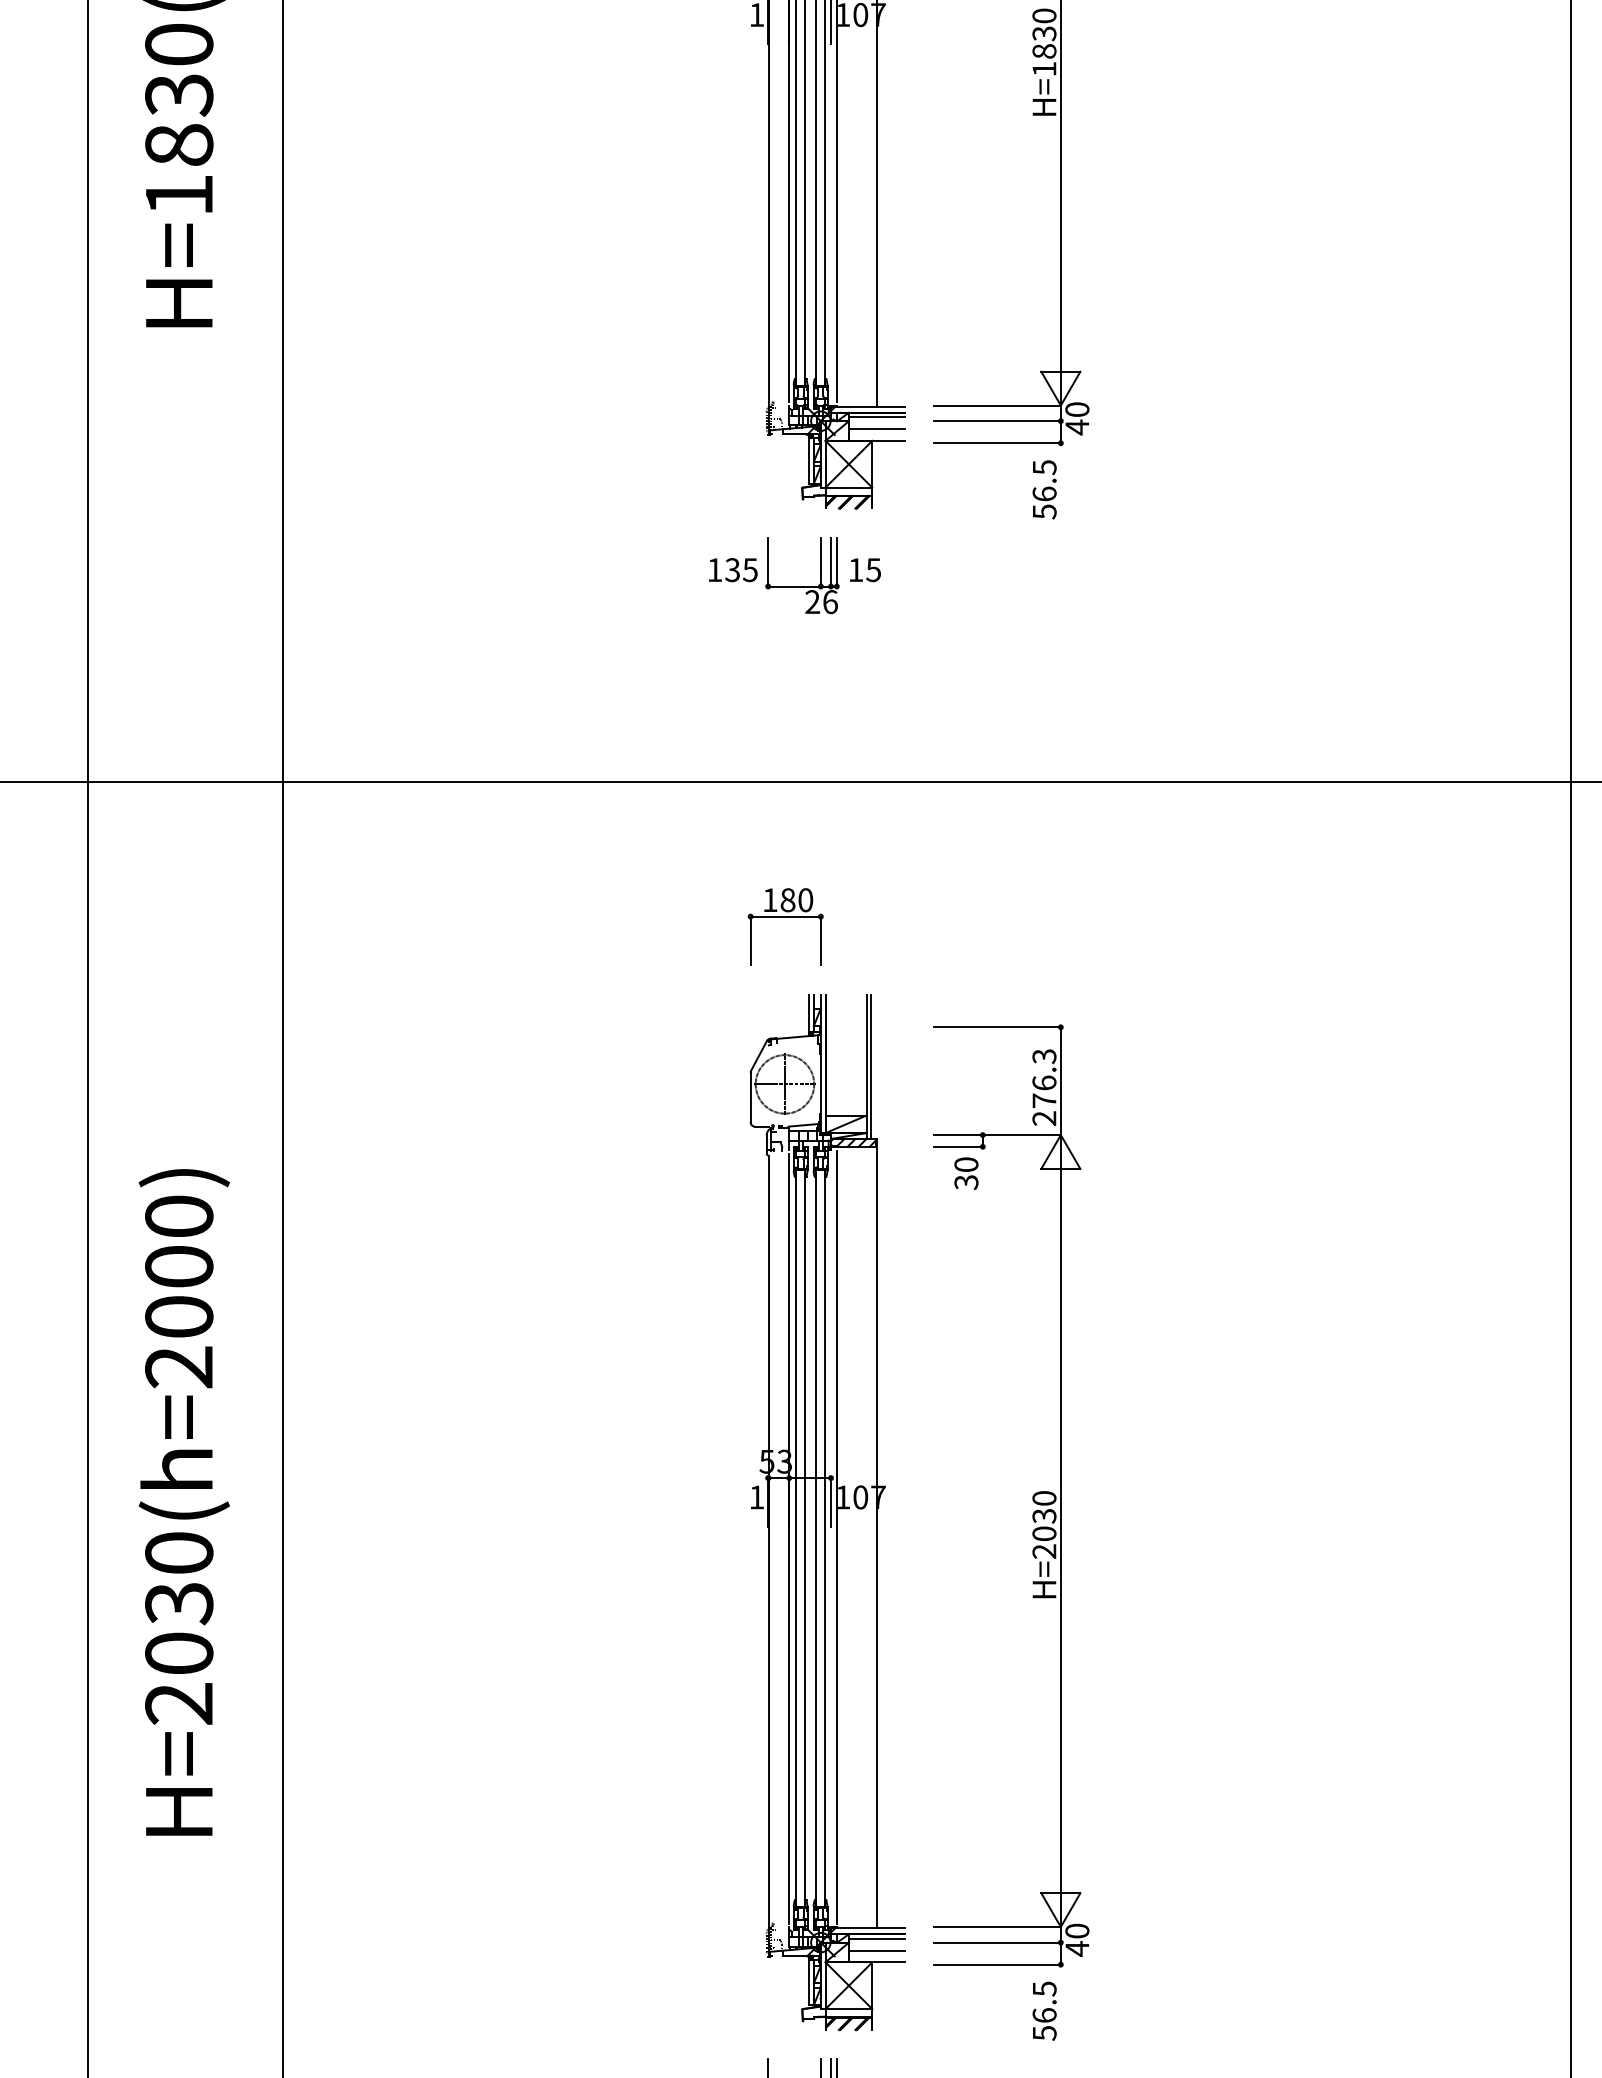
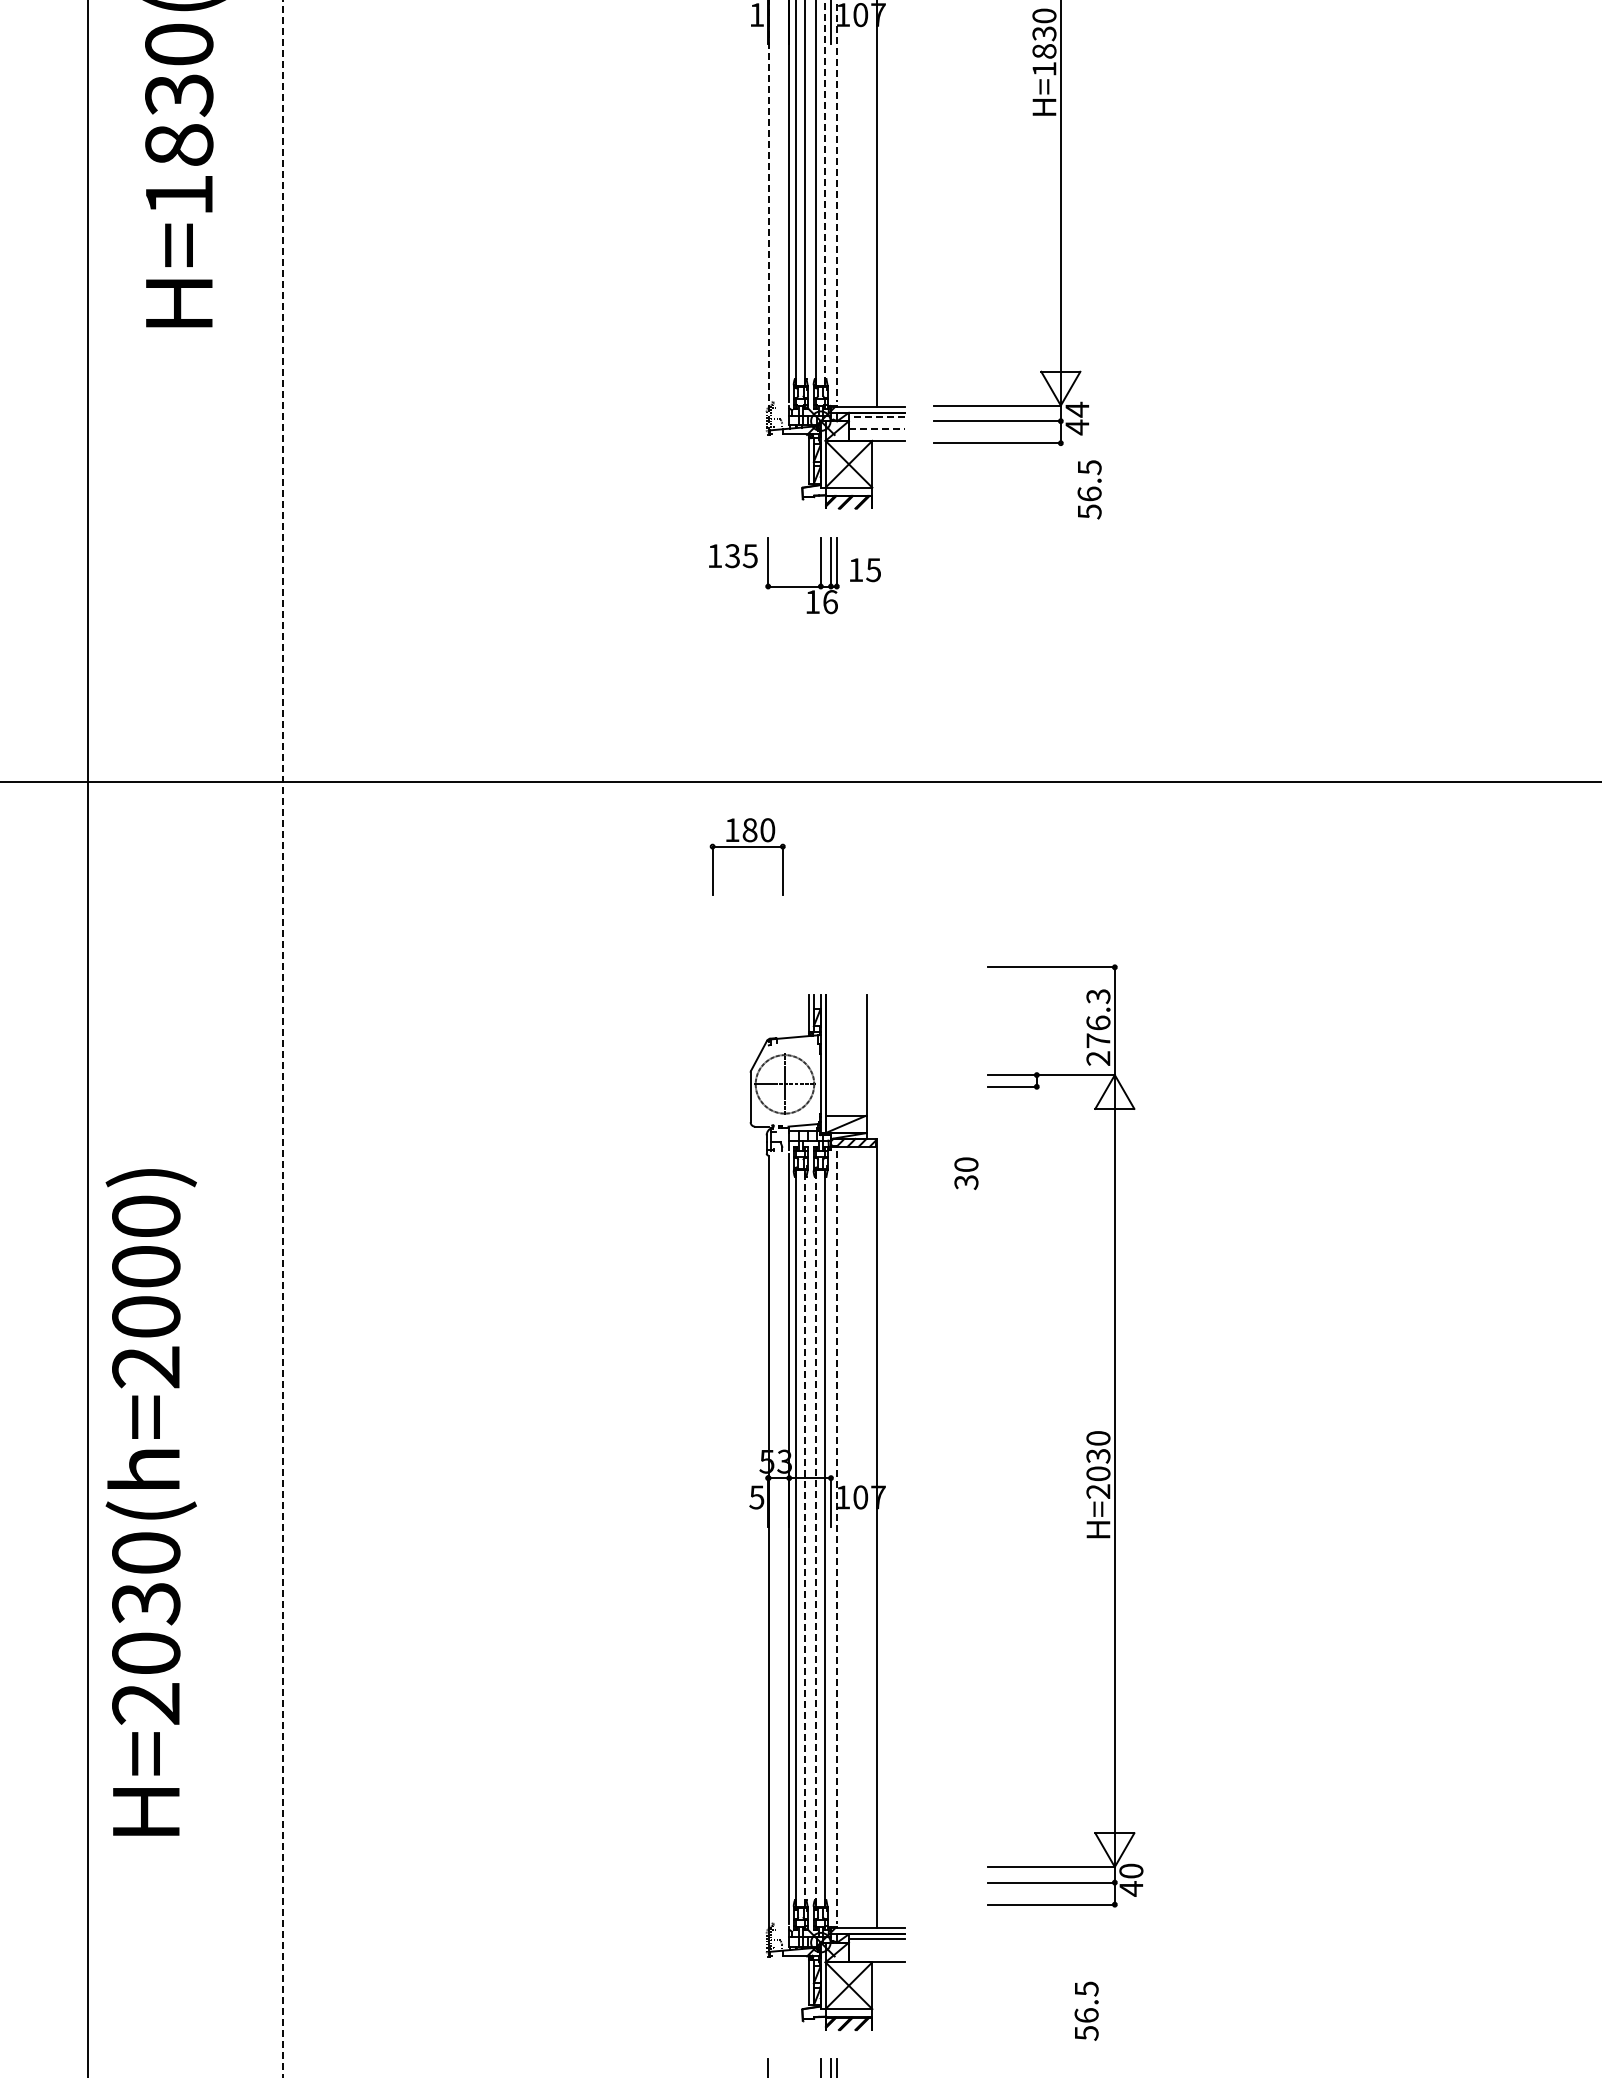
line at (824, 192): solid -> dashed
line at (836, 201): solid -> dashed
line at (768, 217): solid -> dashed
text at (1077, 409): 40 -> 44
line at (876, 417): solid -> dashed
line at (876, 429): solid -> dashed
text at (1044, 489) position: (1044, 489) -> (1089, 489)
text at (733, 570) position: (733, 570) -> (733, 556)
text at (812, 601): 26 -> 16
part at (785, 917) position: (785, 917) -> (747, 847)
line at (283, 1038): solid -> dashed
line at (1570, 1038): present -> none
line at (871, 1066): present -> none
part at (1032, 1496) position: (1032, 1496) -> (1086, 1436)
text at (756, 1497): 1 -> 5
text at (183, 1502) position: (183, 1502) -> (150, 1502)
line at (836, 1537): solid -> dashed
line at (804, 1538): solid -> dashed
line at (815, 1538): solid -> dashed
line at (876, 1950): present -> none
text at (1044, 2010) position: (1044, 2010) -> (1086, 2010)
